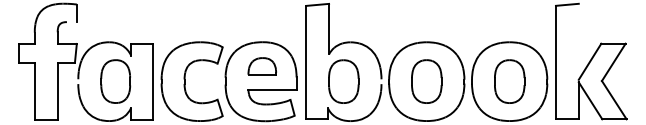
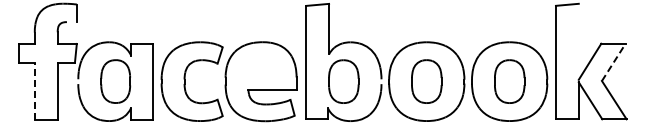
line at (614, 61): solid -> dashed
part at (261, 66): present -> none
line at (34, 90): solid -> dashed
